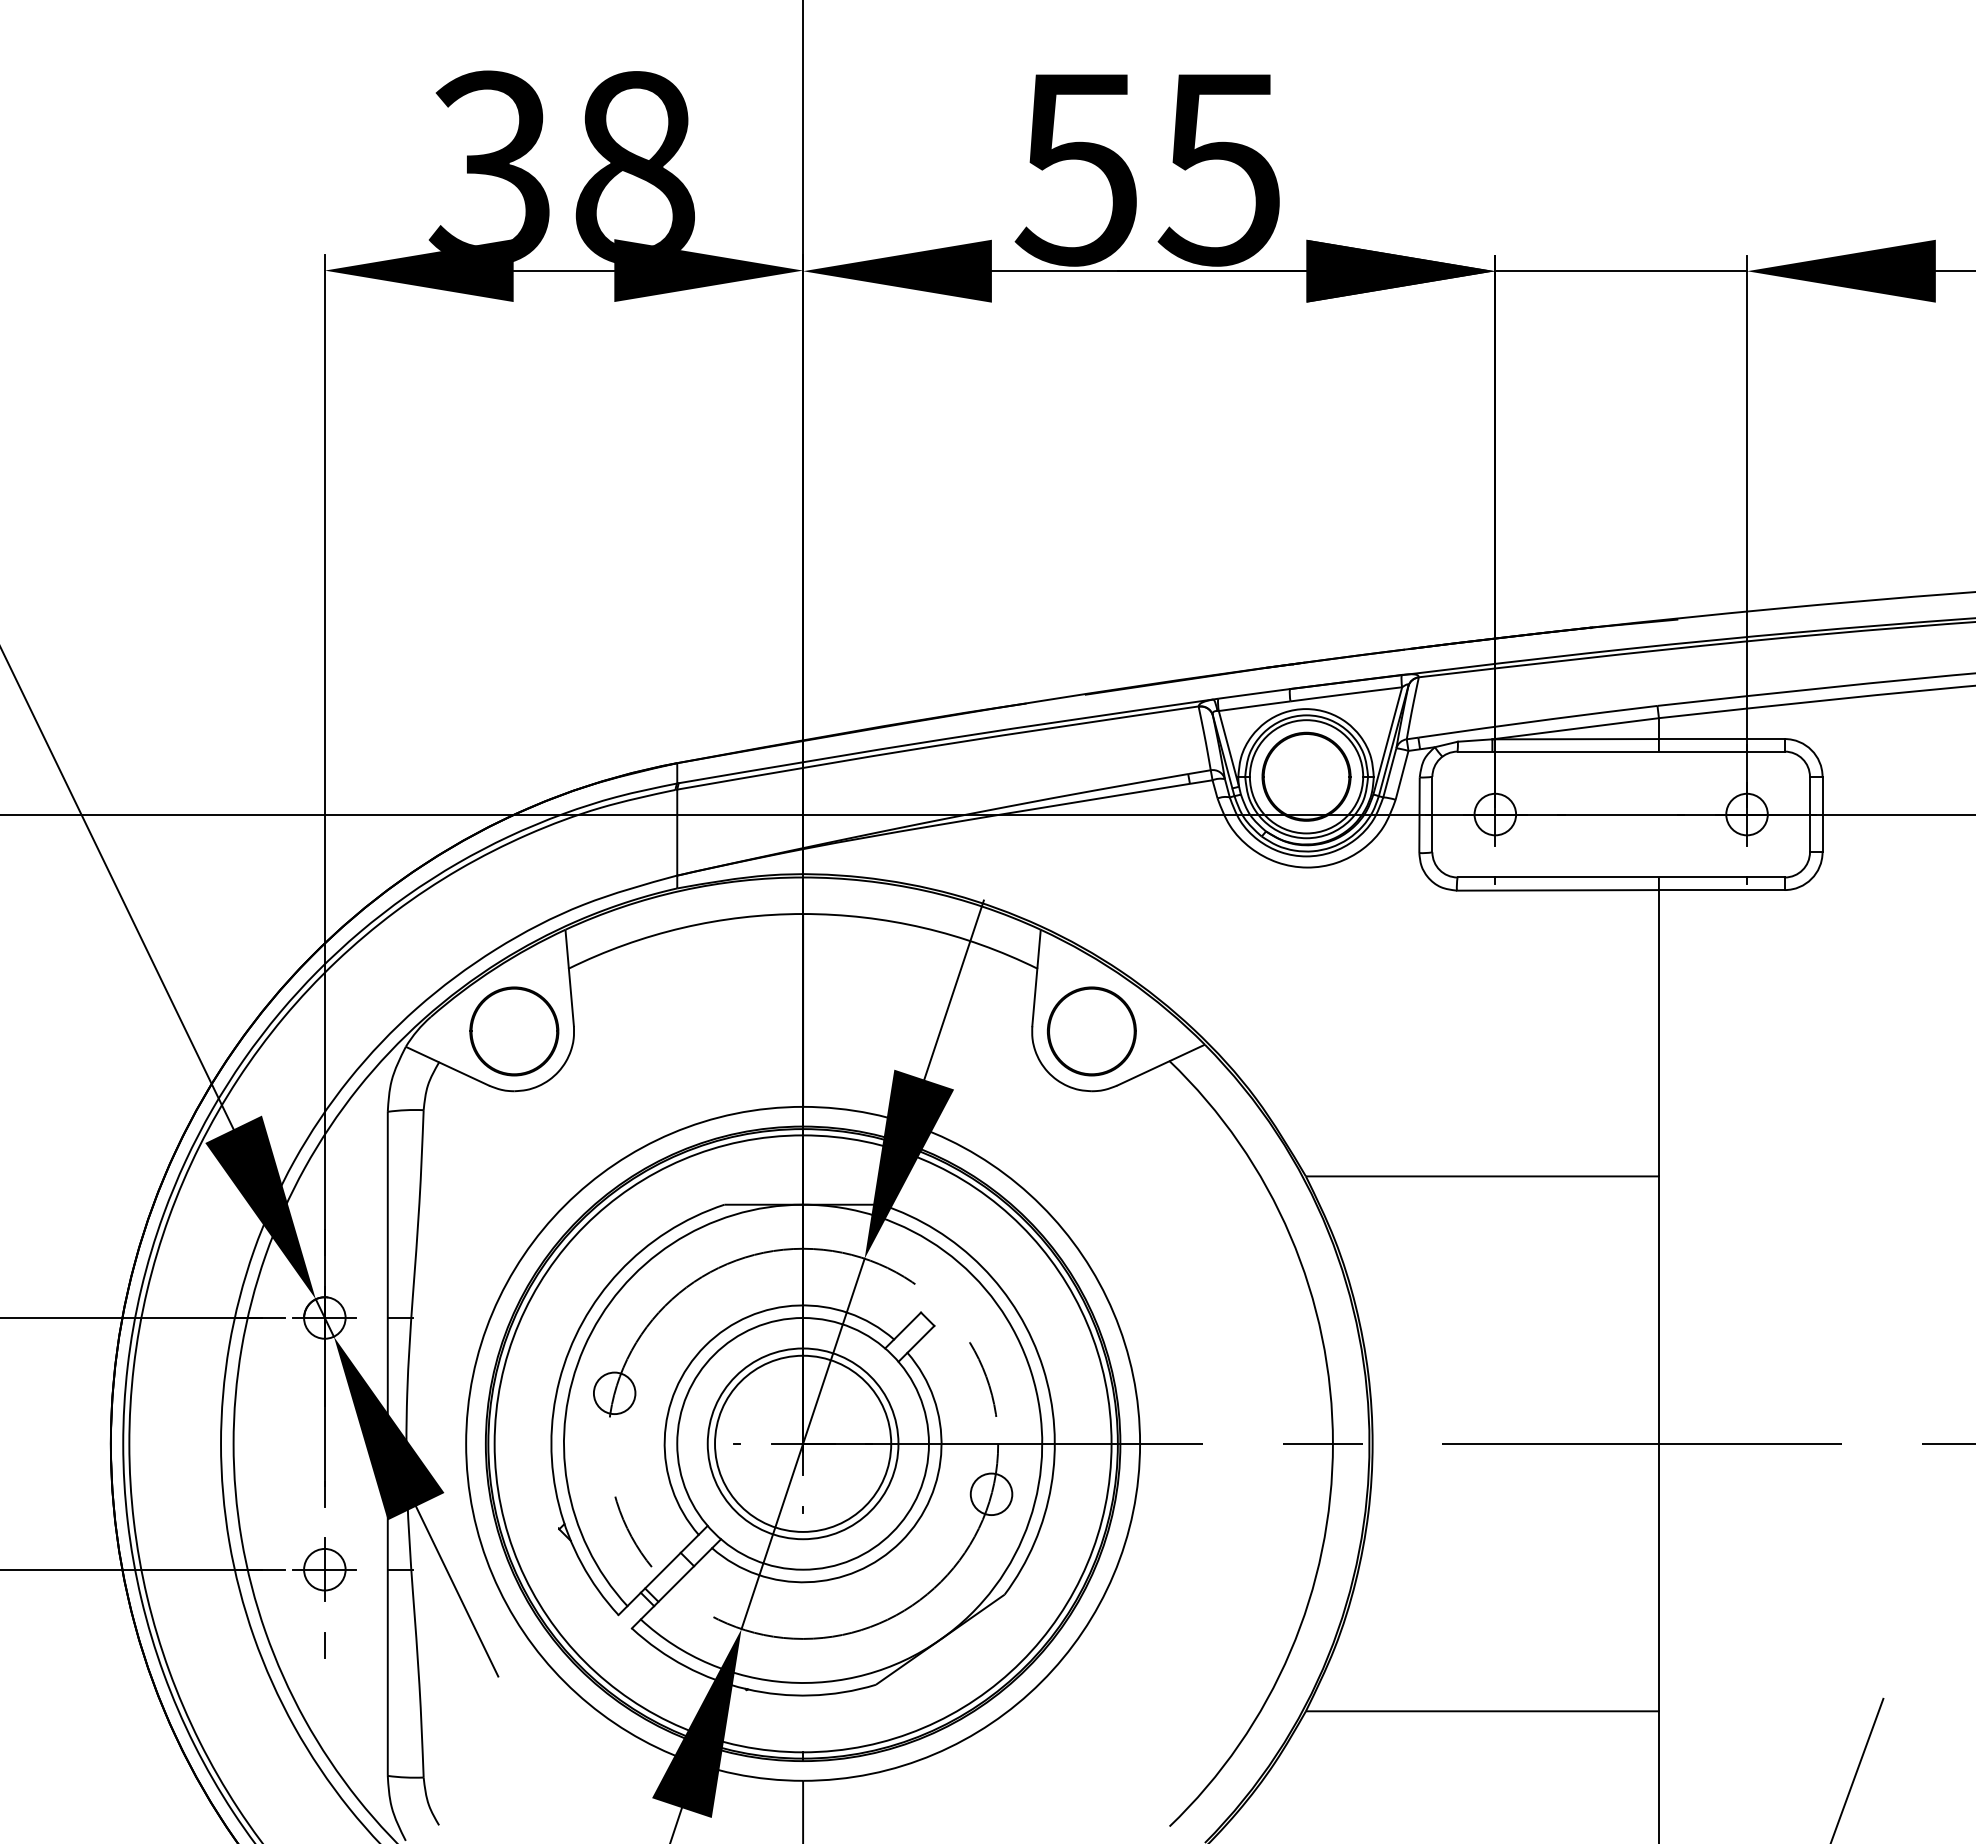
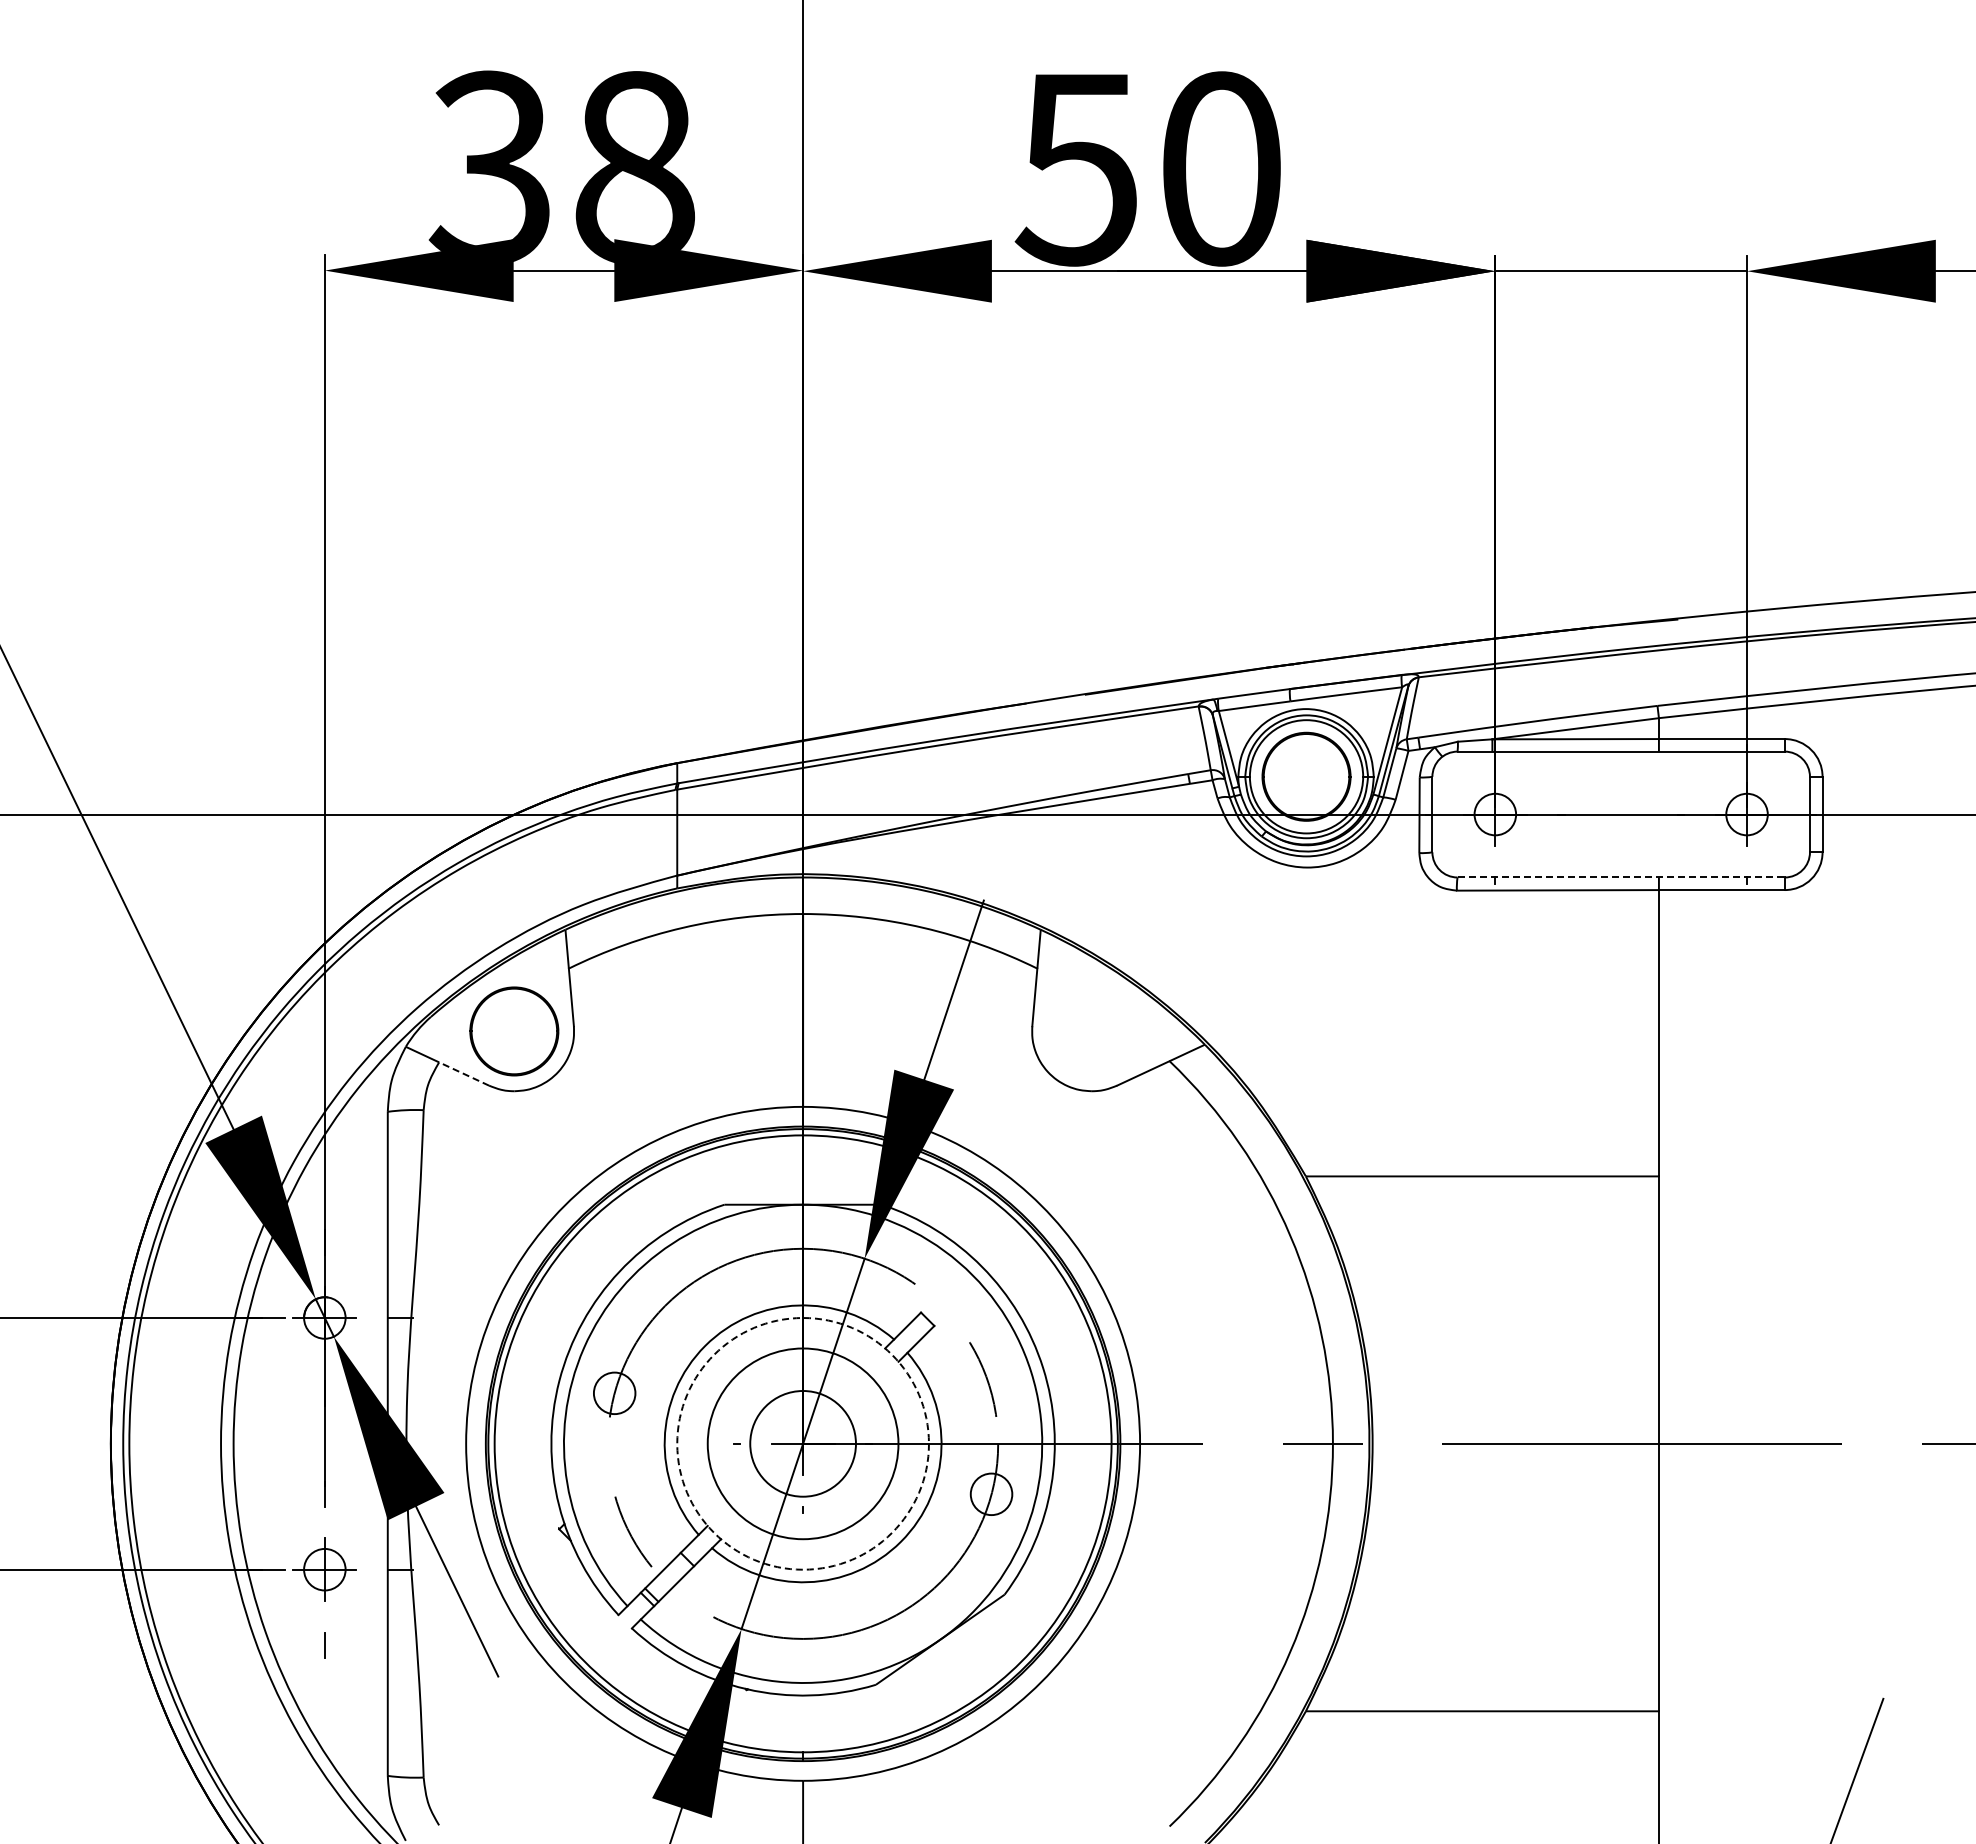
text at (1218, 168): 55 -> 50
line at (1621, 877): solid -> dashed
part at (1091, 1031): present -> none
line at (464, 1074): solid -> dashed
circle at (802, 1443): solid -> dashed
circle at (803, 1443) diameter: 176 px -> 106 px
